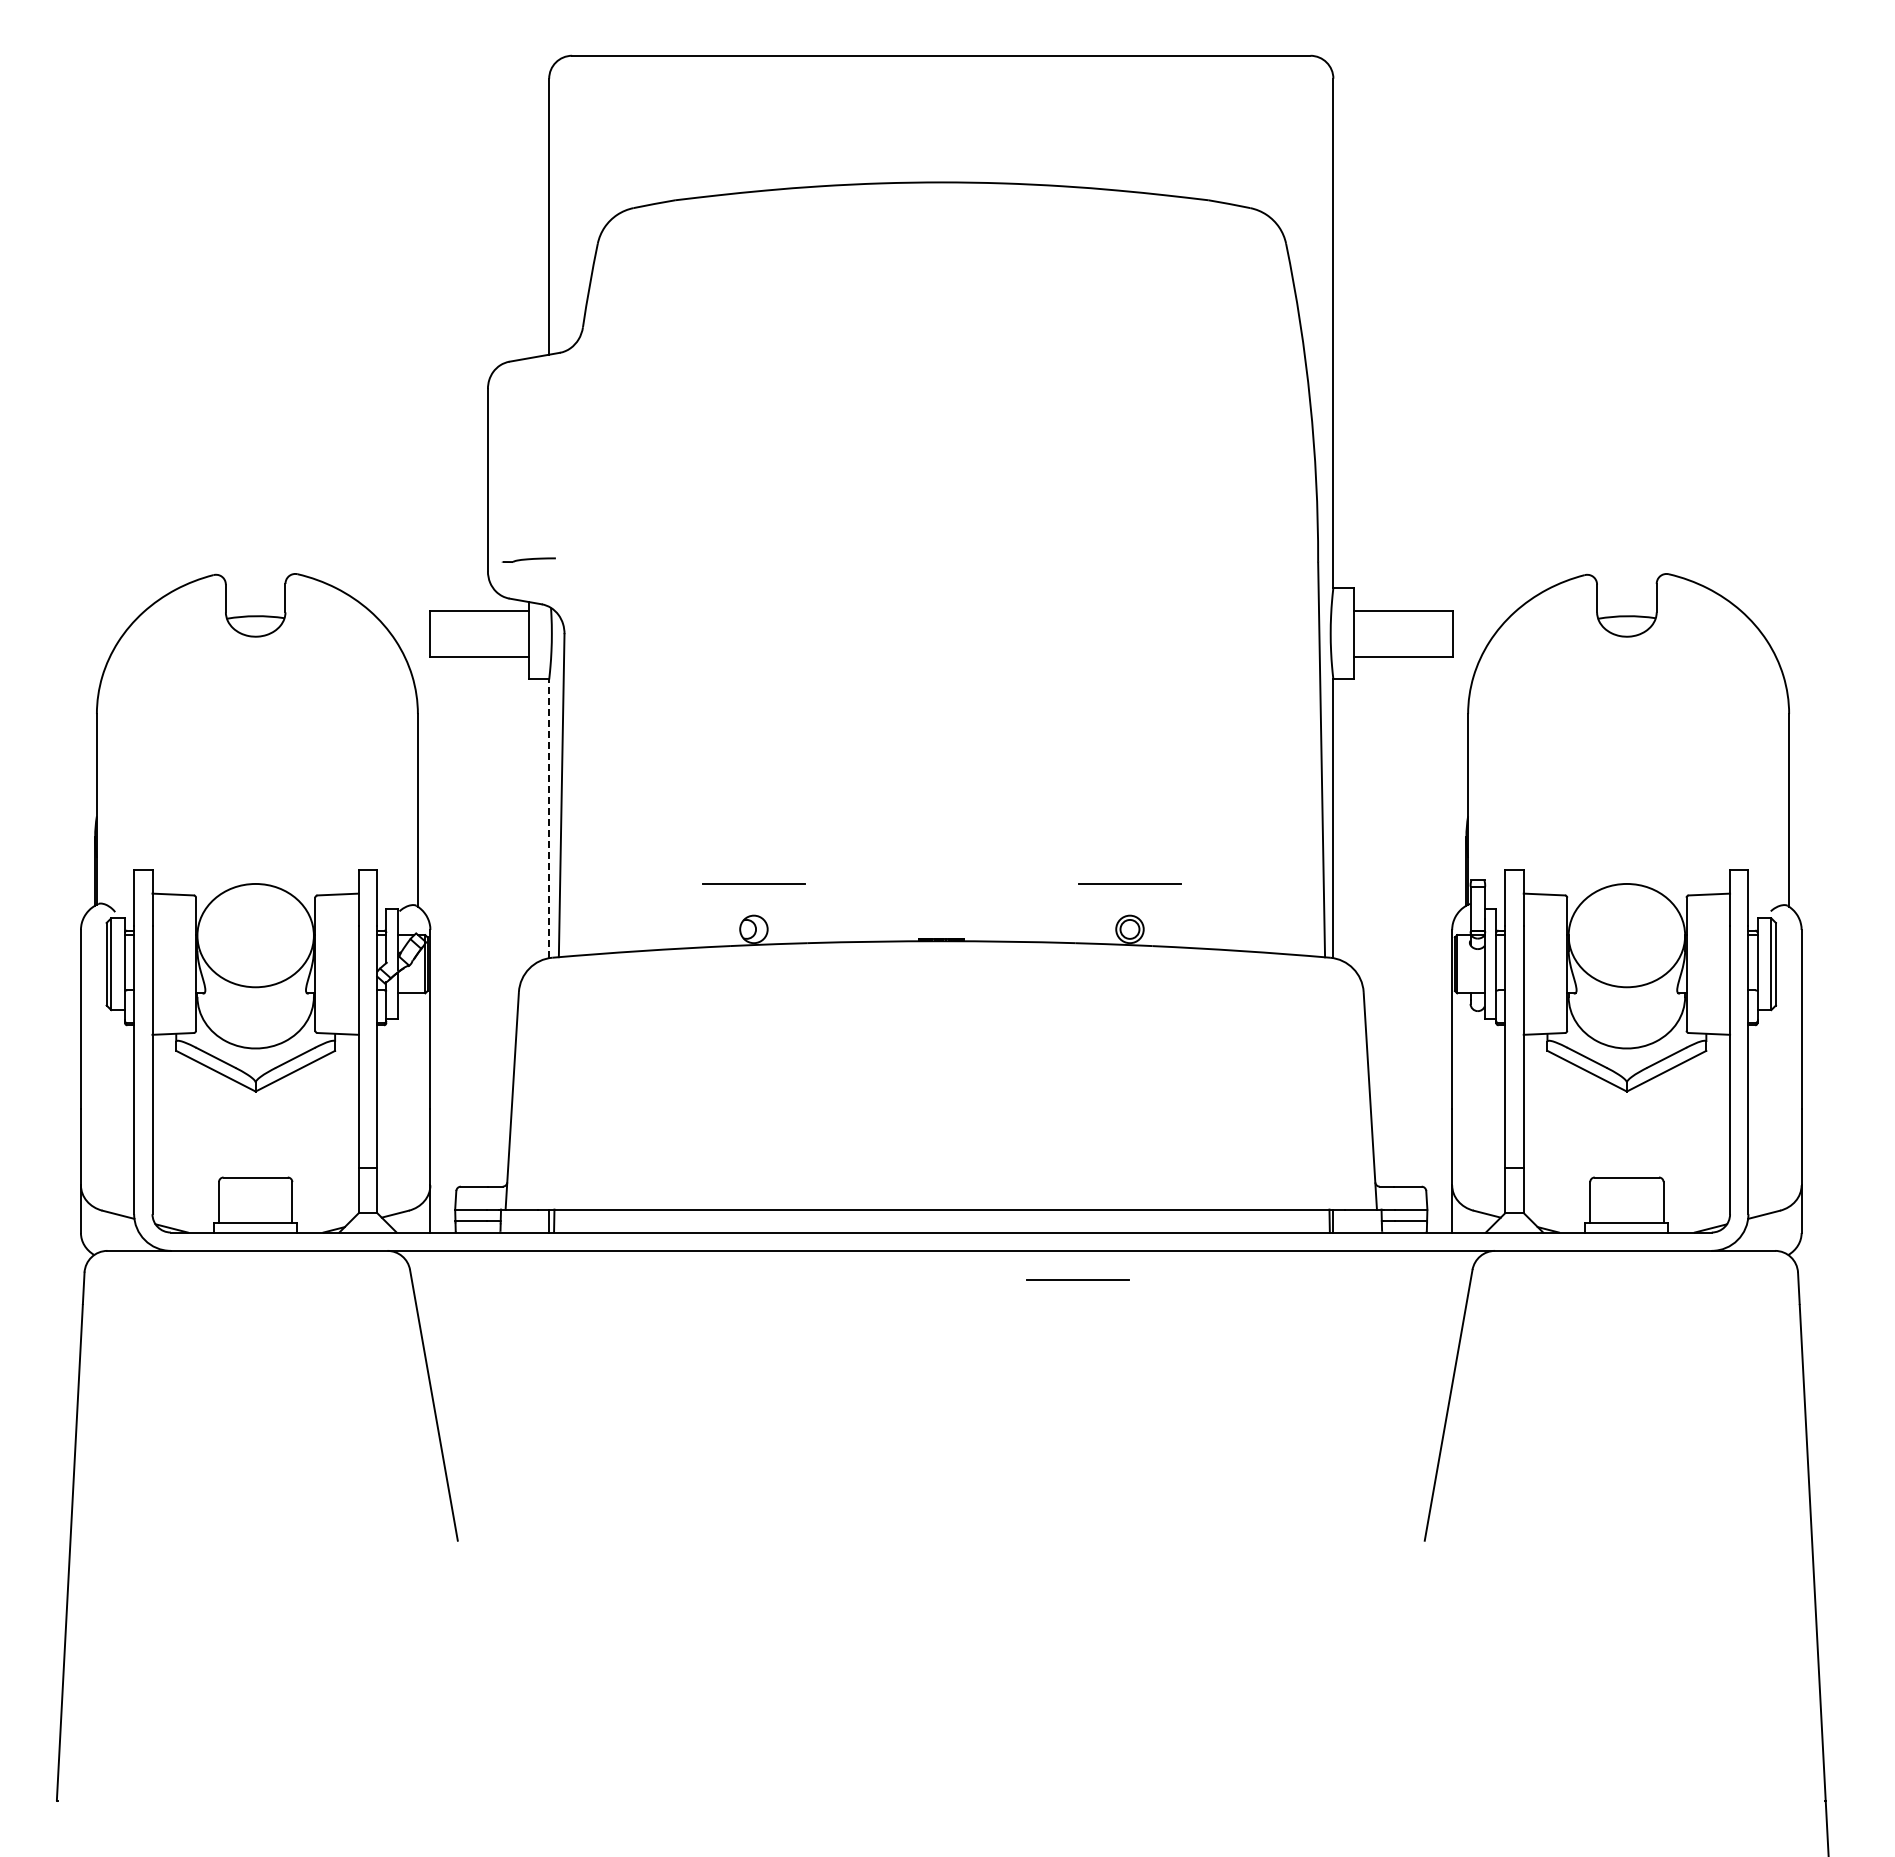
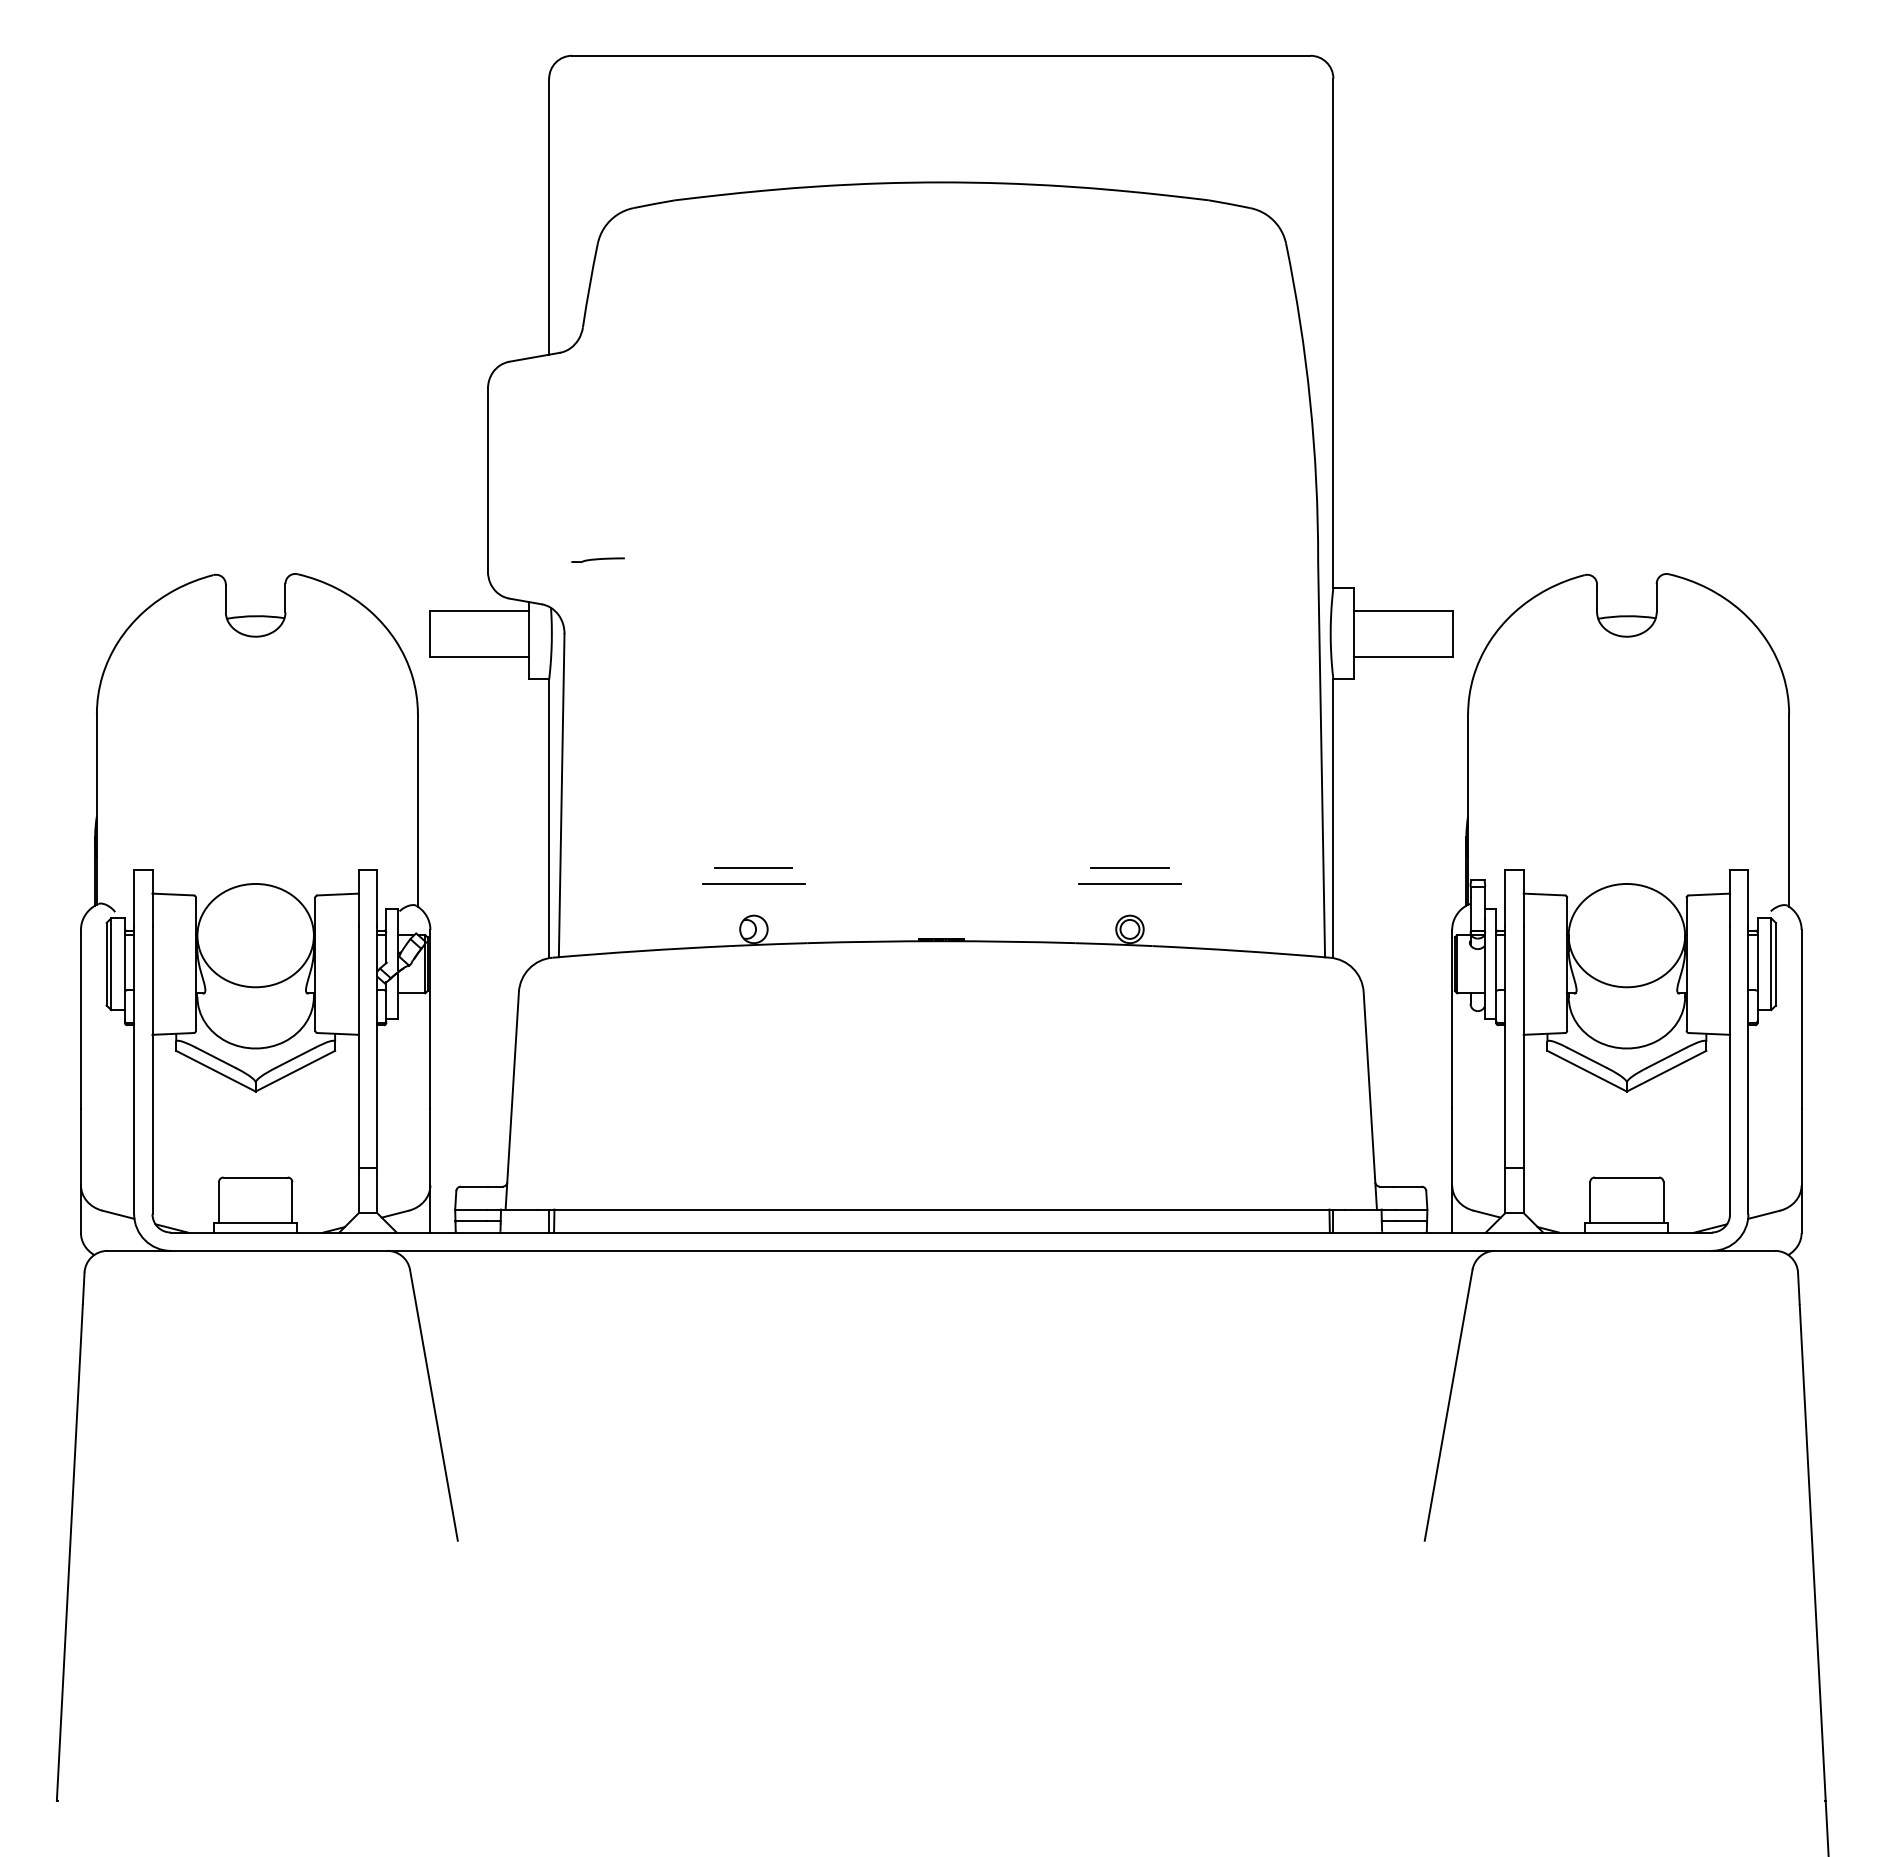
part at (528, 559) position: (528, 559) -> (597, 559)
line at (549, 818): dashed -> solid
line at (753, 867): none -> present
line at (1129, 867): none -> present
line at (1077, 1279): present -> none
